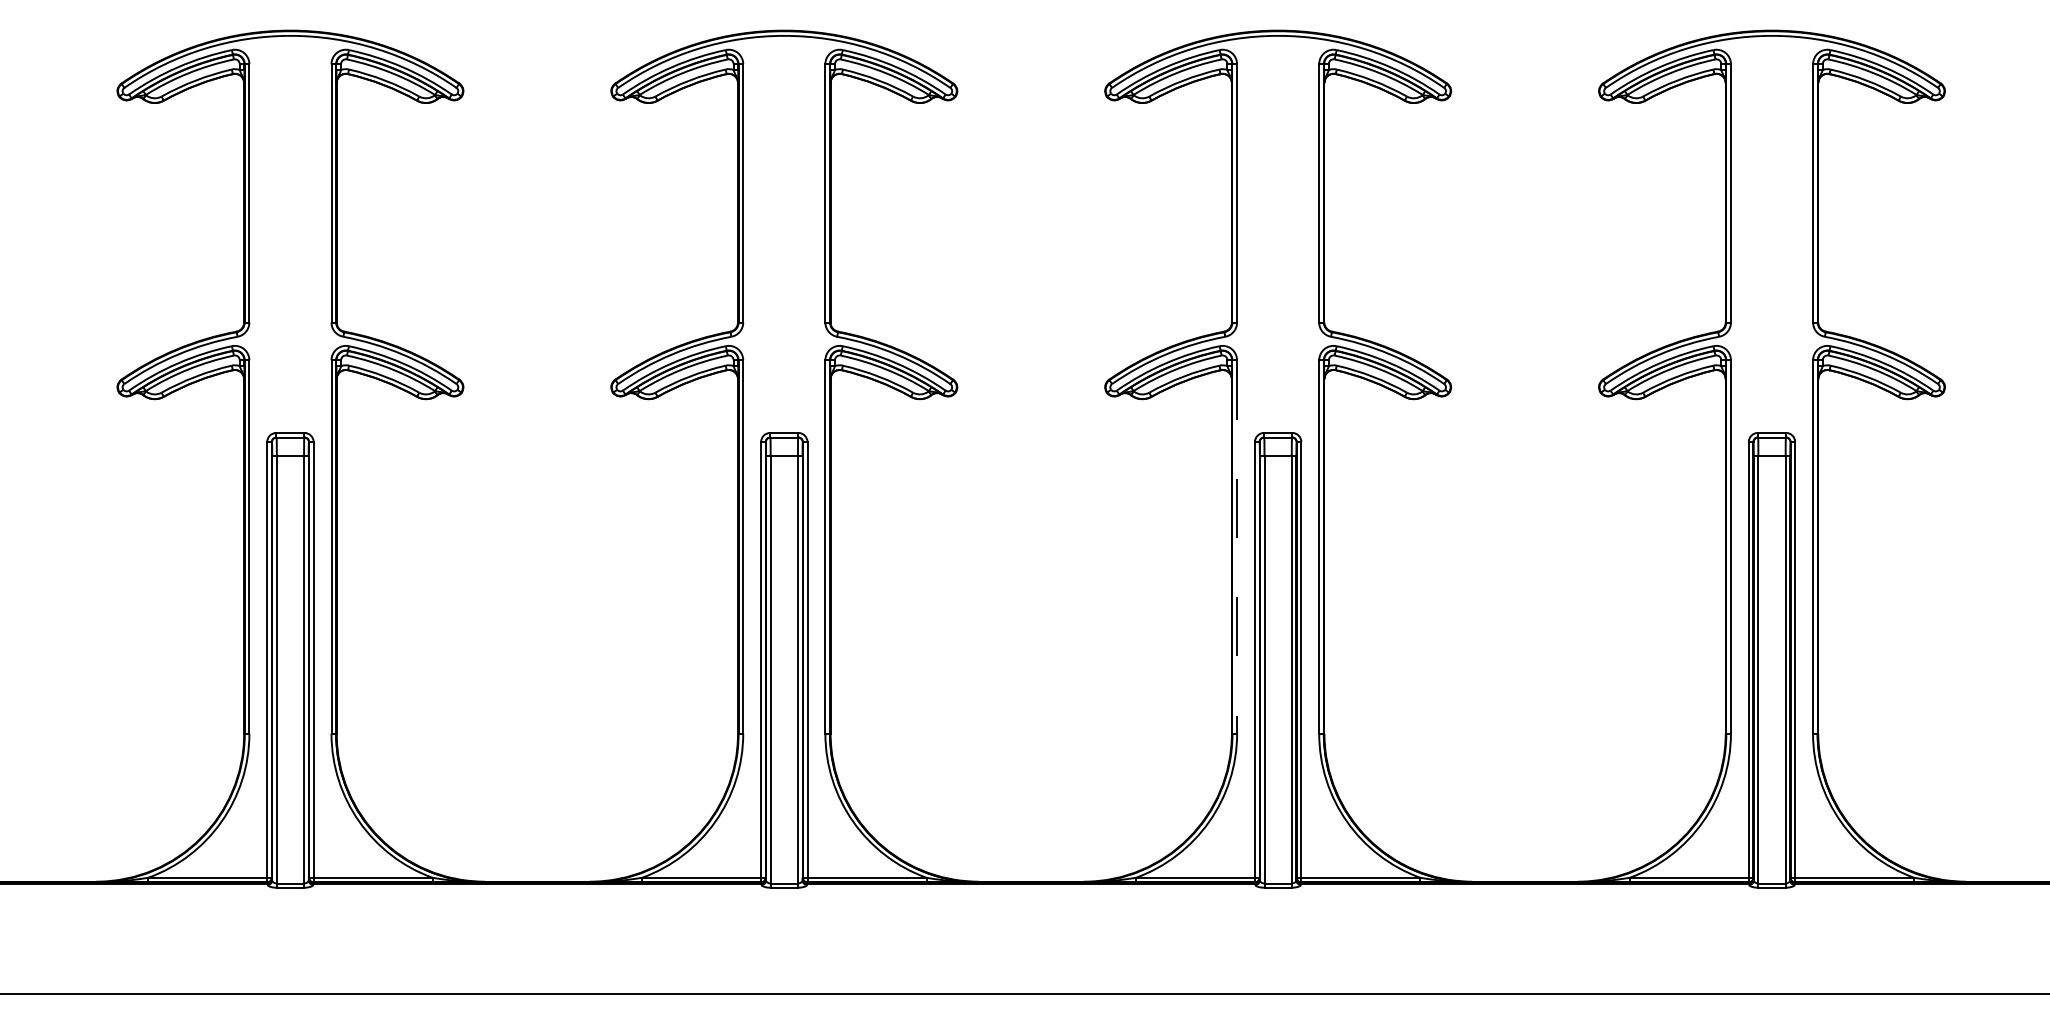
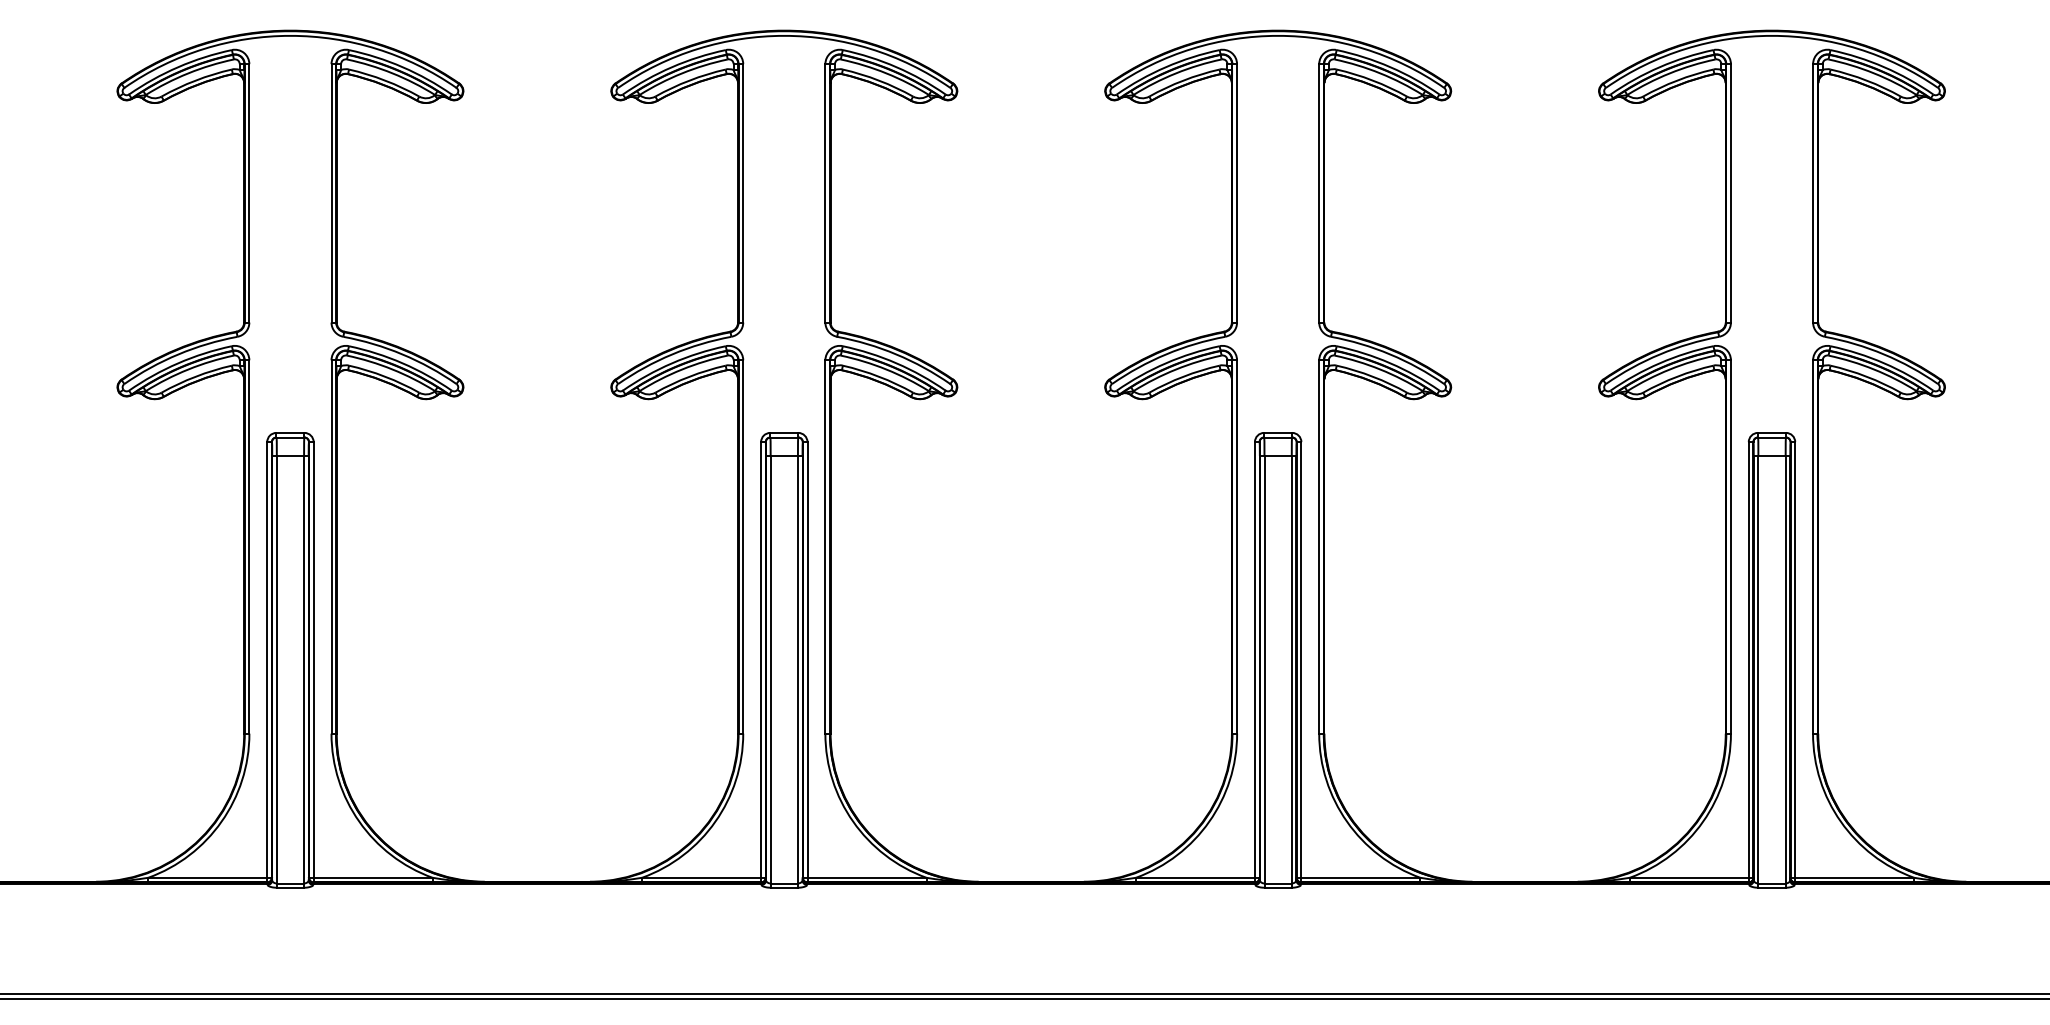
line at (1237, 546): dashed -> solid
line at (1024, 998): none -> present
